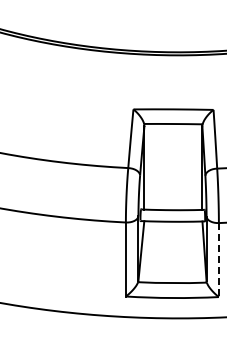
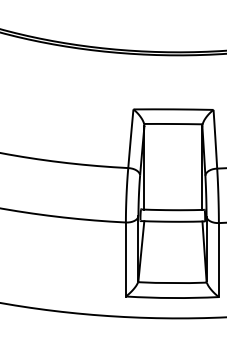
line at (218, 260): dashed -> solid
